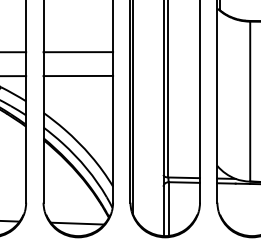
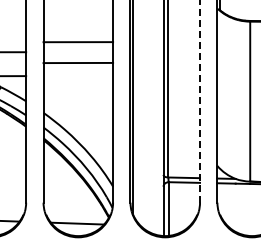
line at (78, 52) position: (78, 52) -> (78, 42)
line at (78, 75) position: (78, 75) -> (78, 62)
line at (200, 101): solid -> dashed
